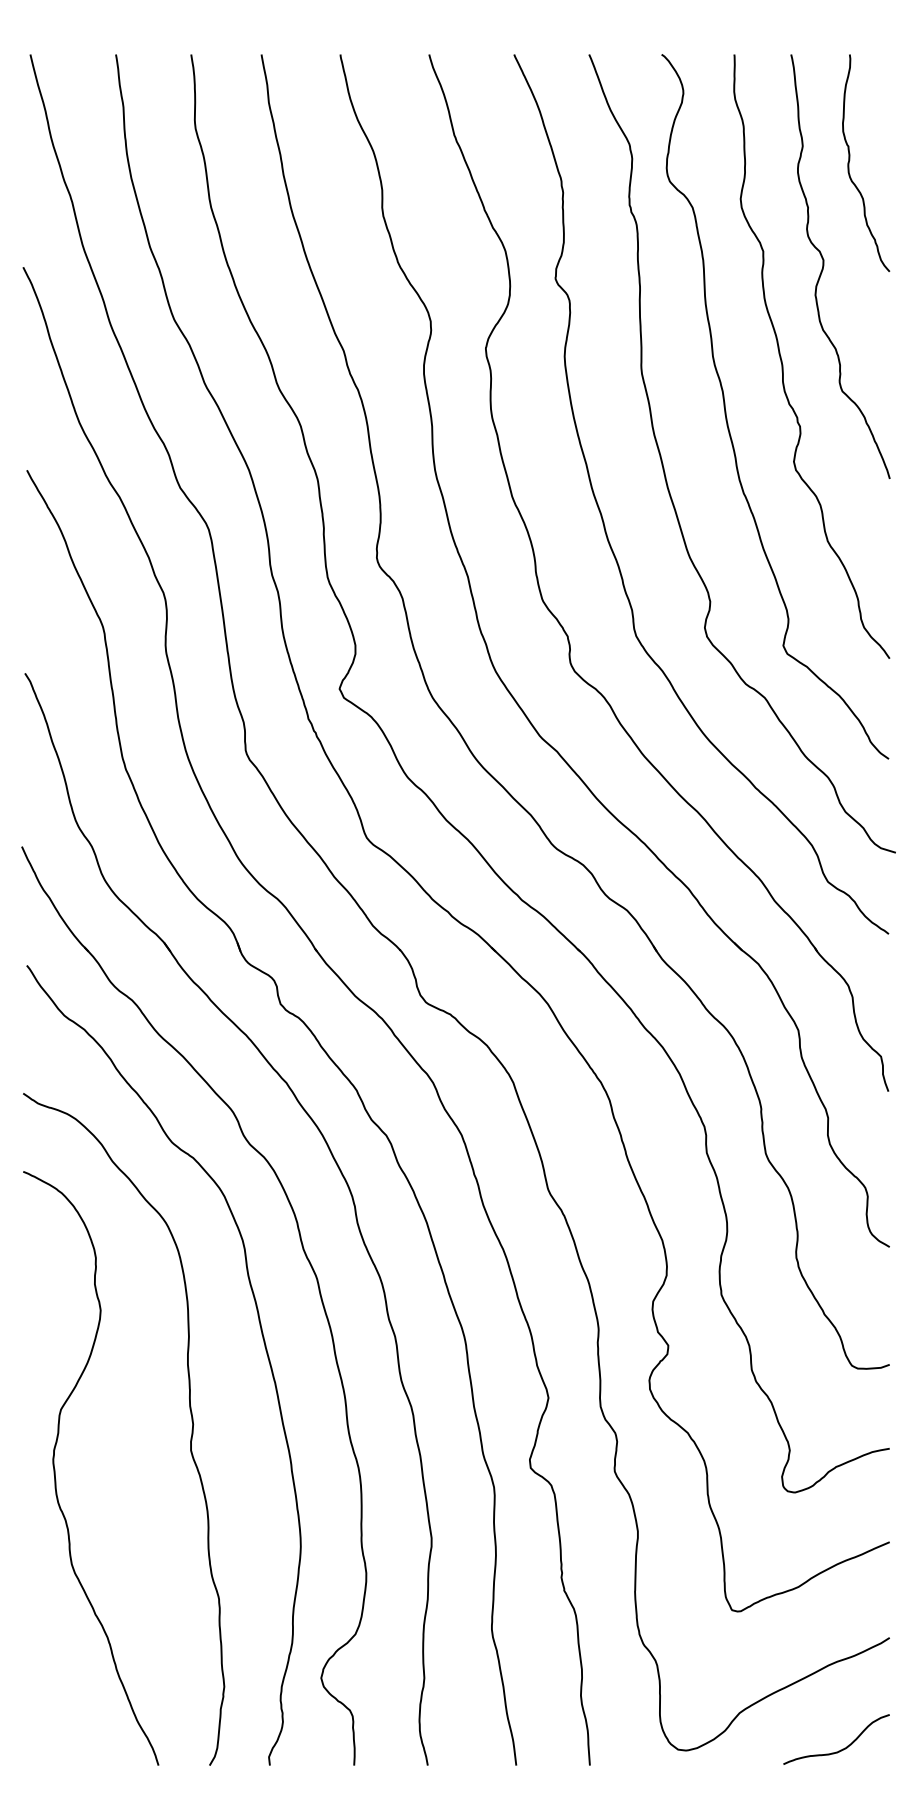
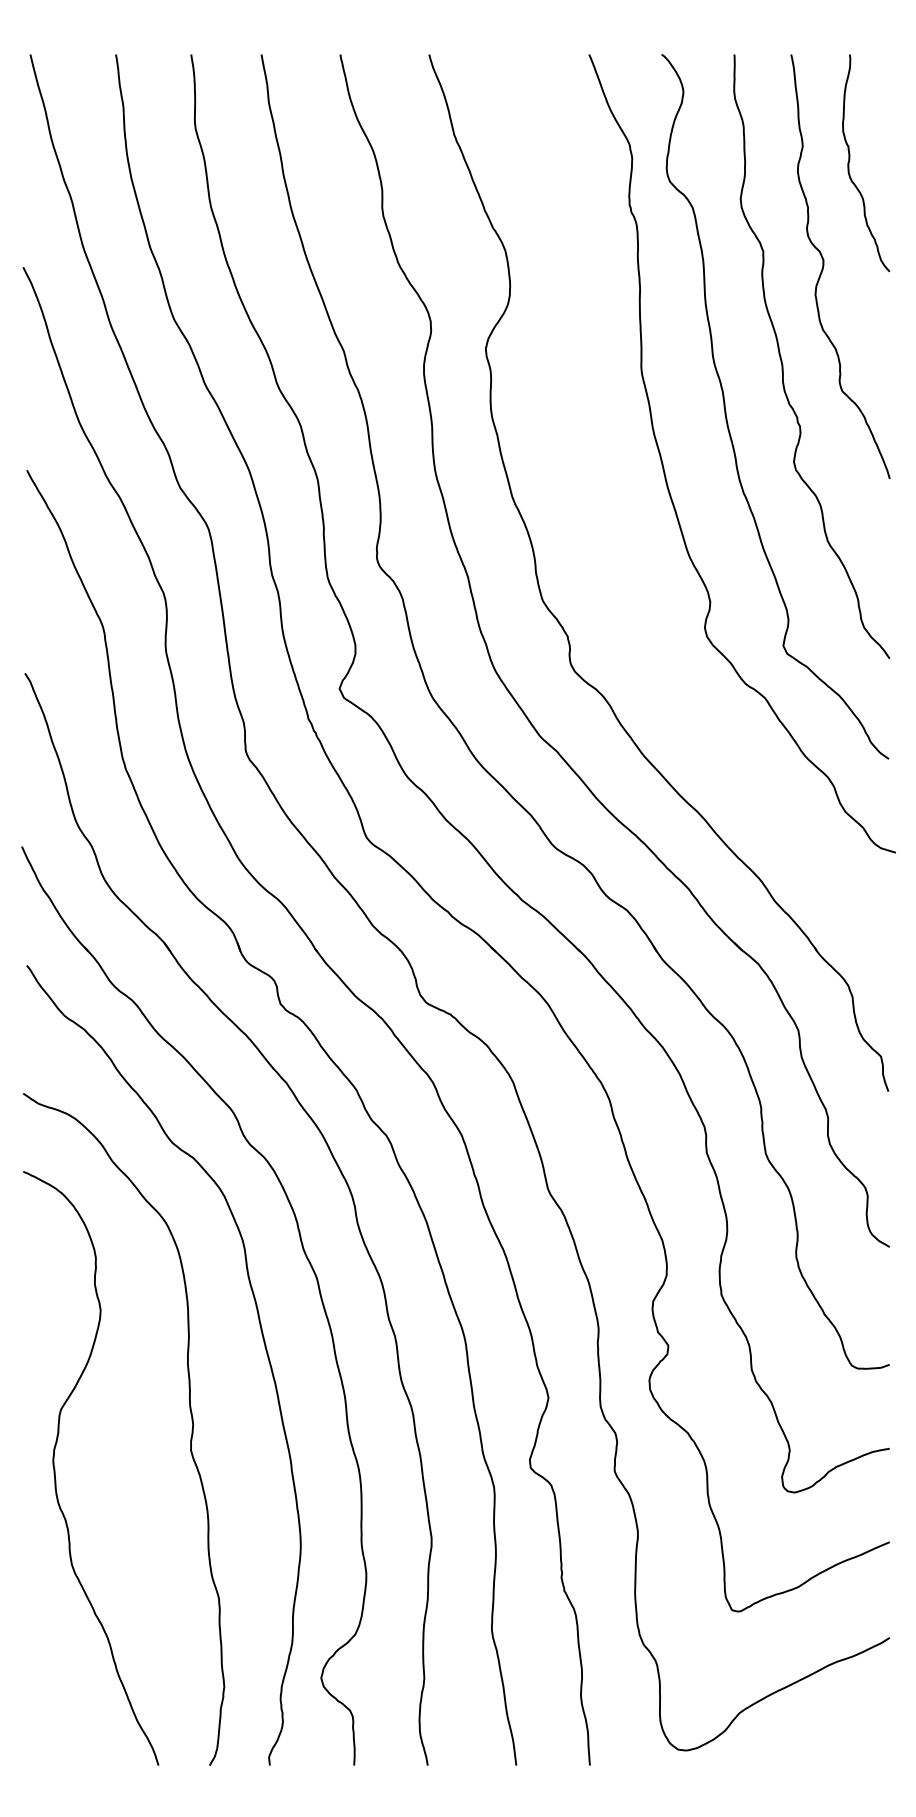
curve at (603, 518): present -> none
curve at (840, 1749): present -> none
